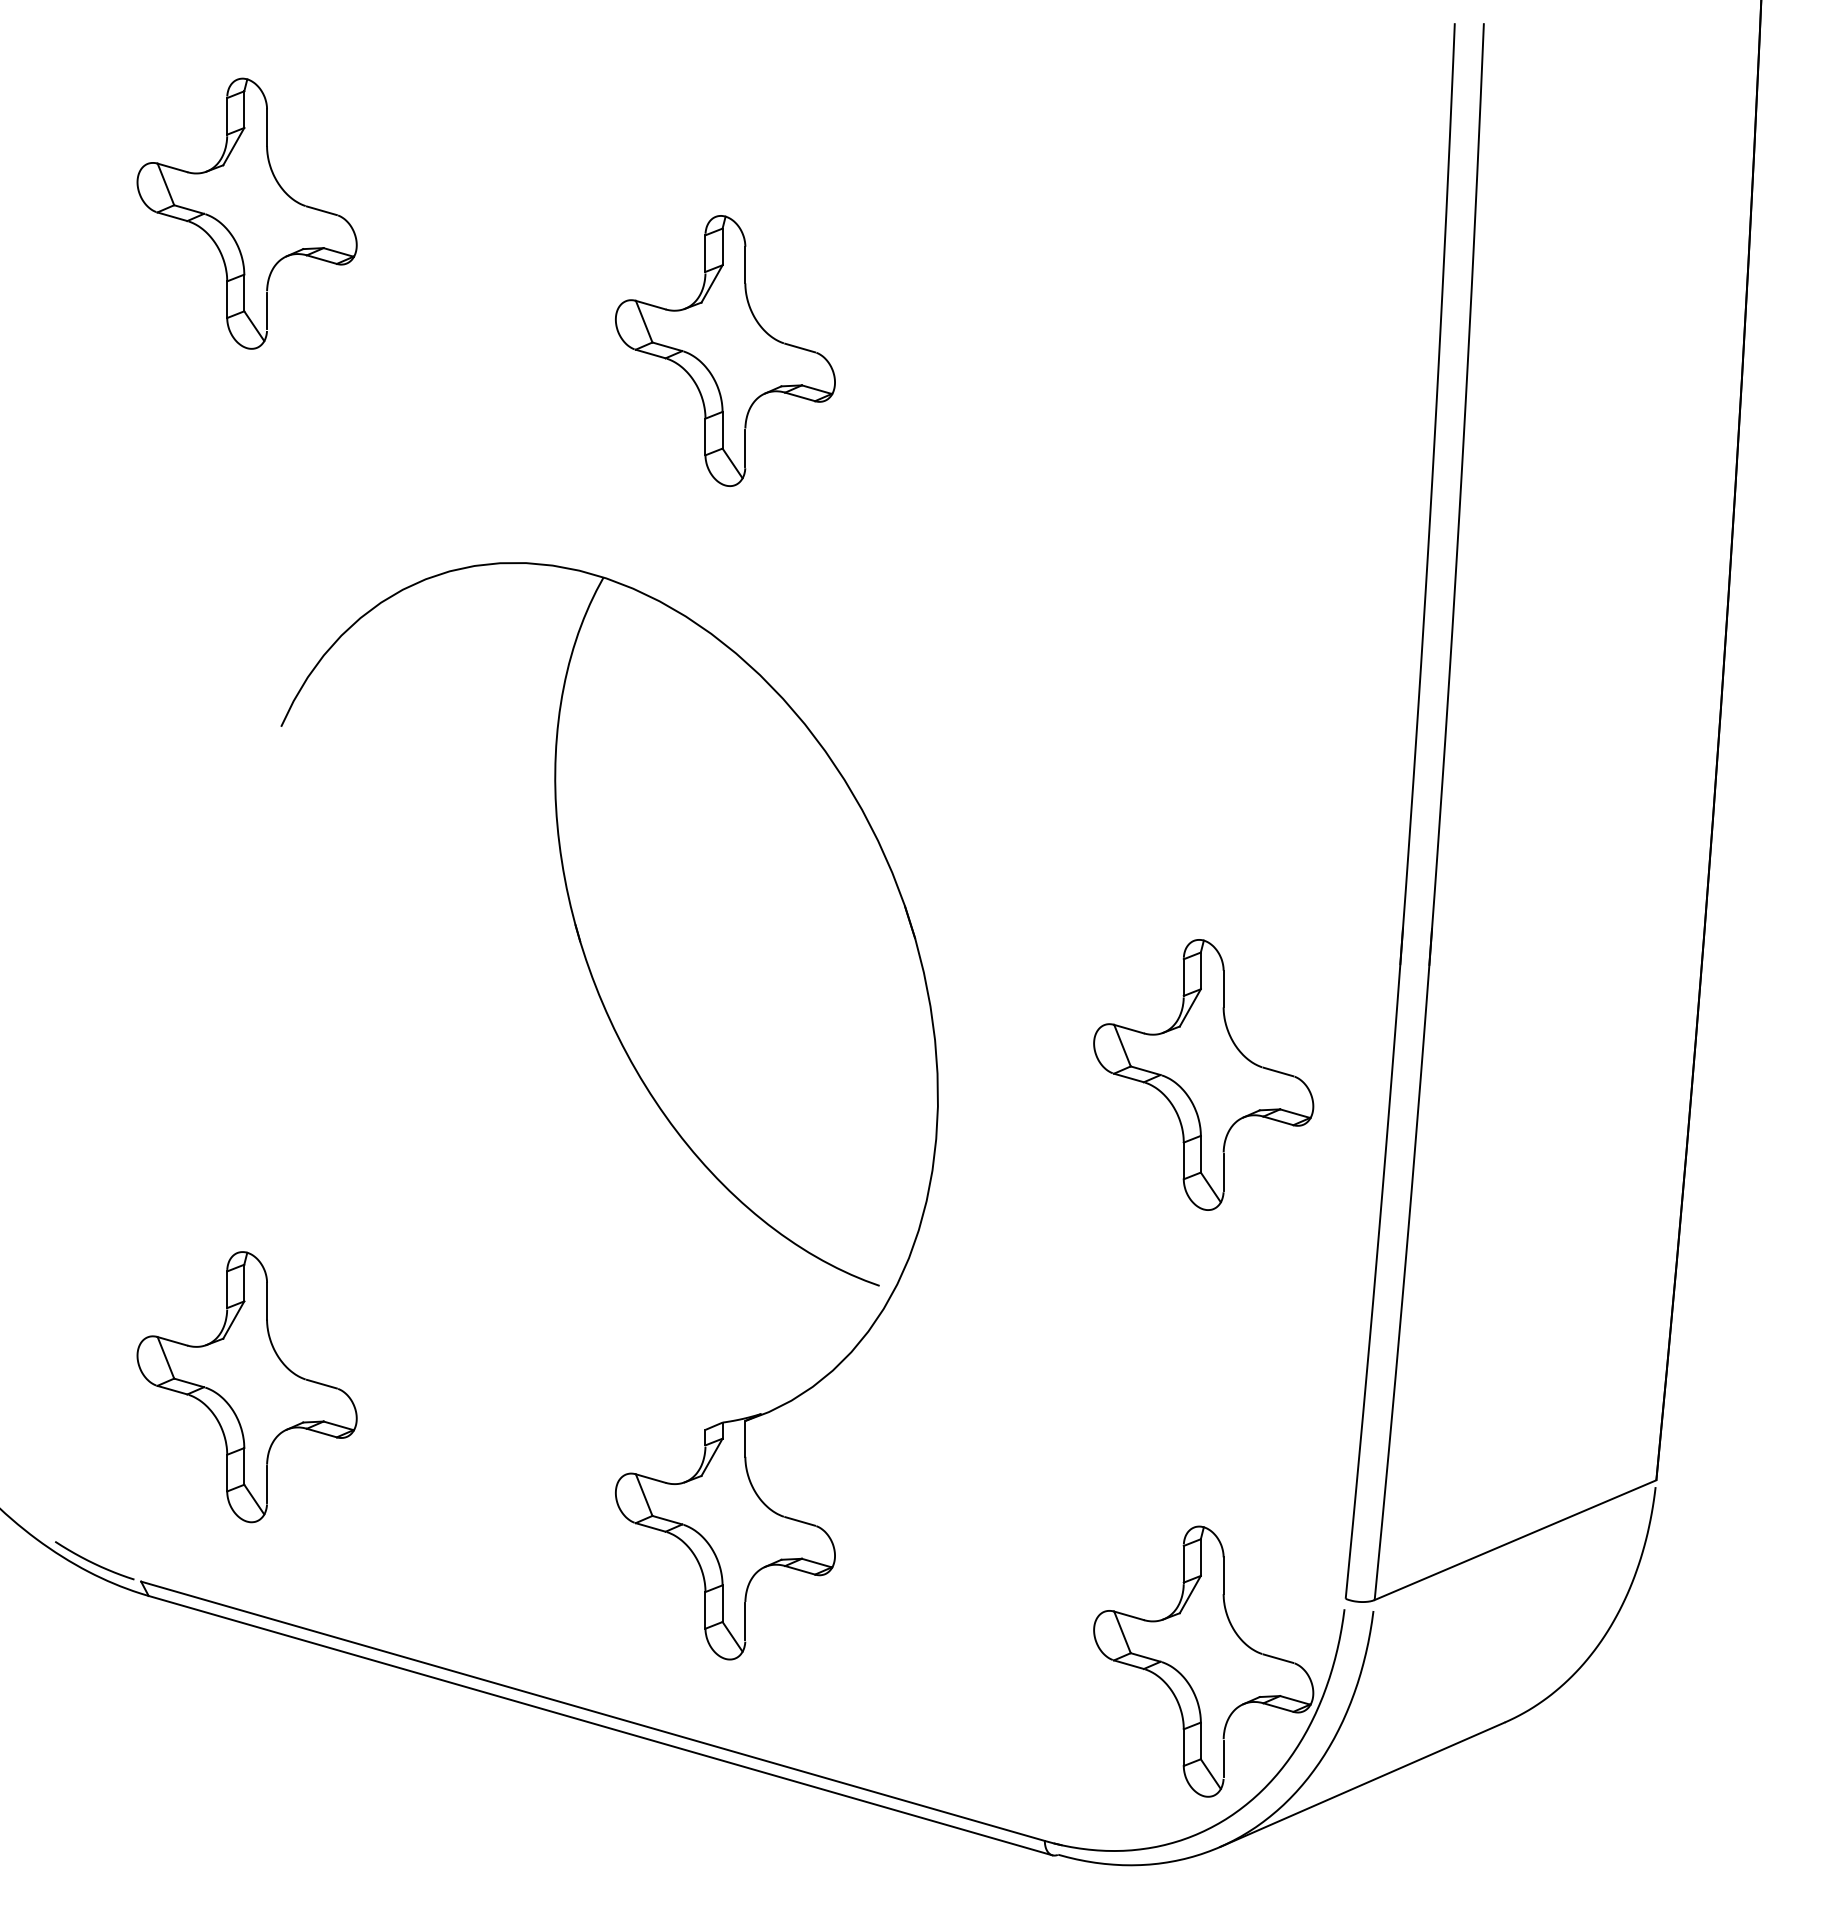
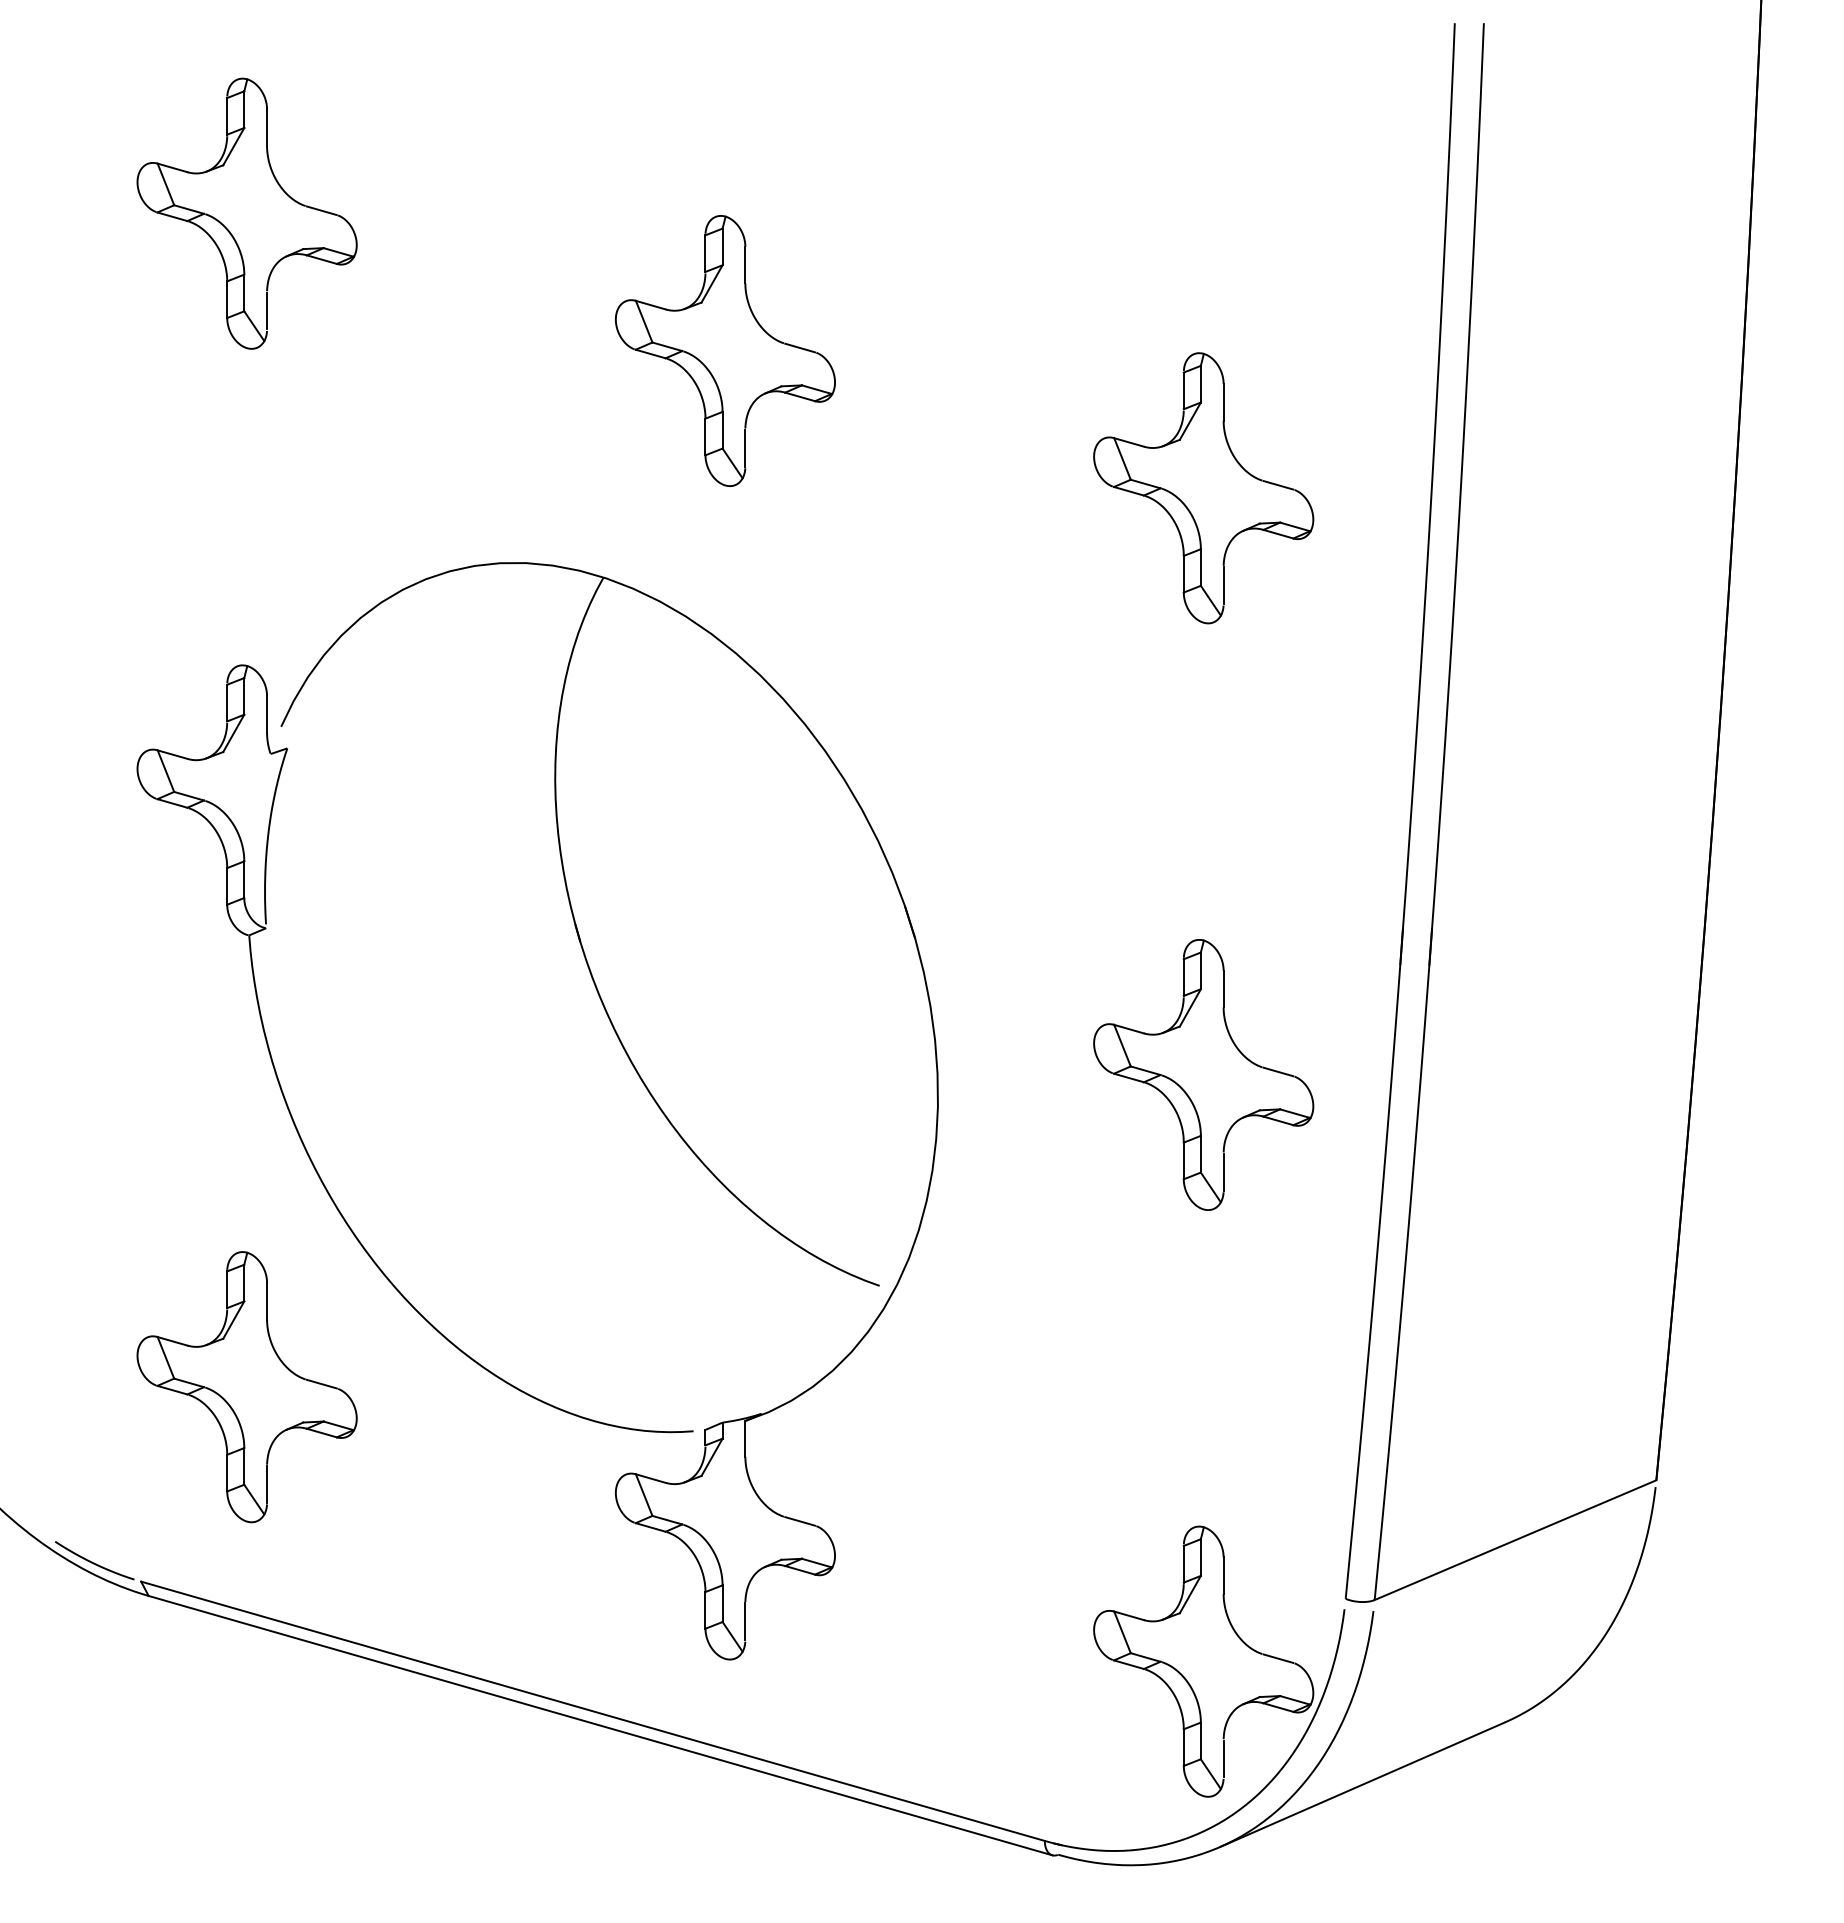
part at (1203, 488): none -> present
part at (285, 1097): none -> present
